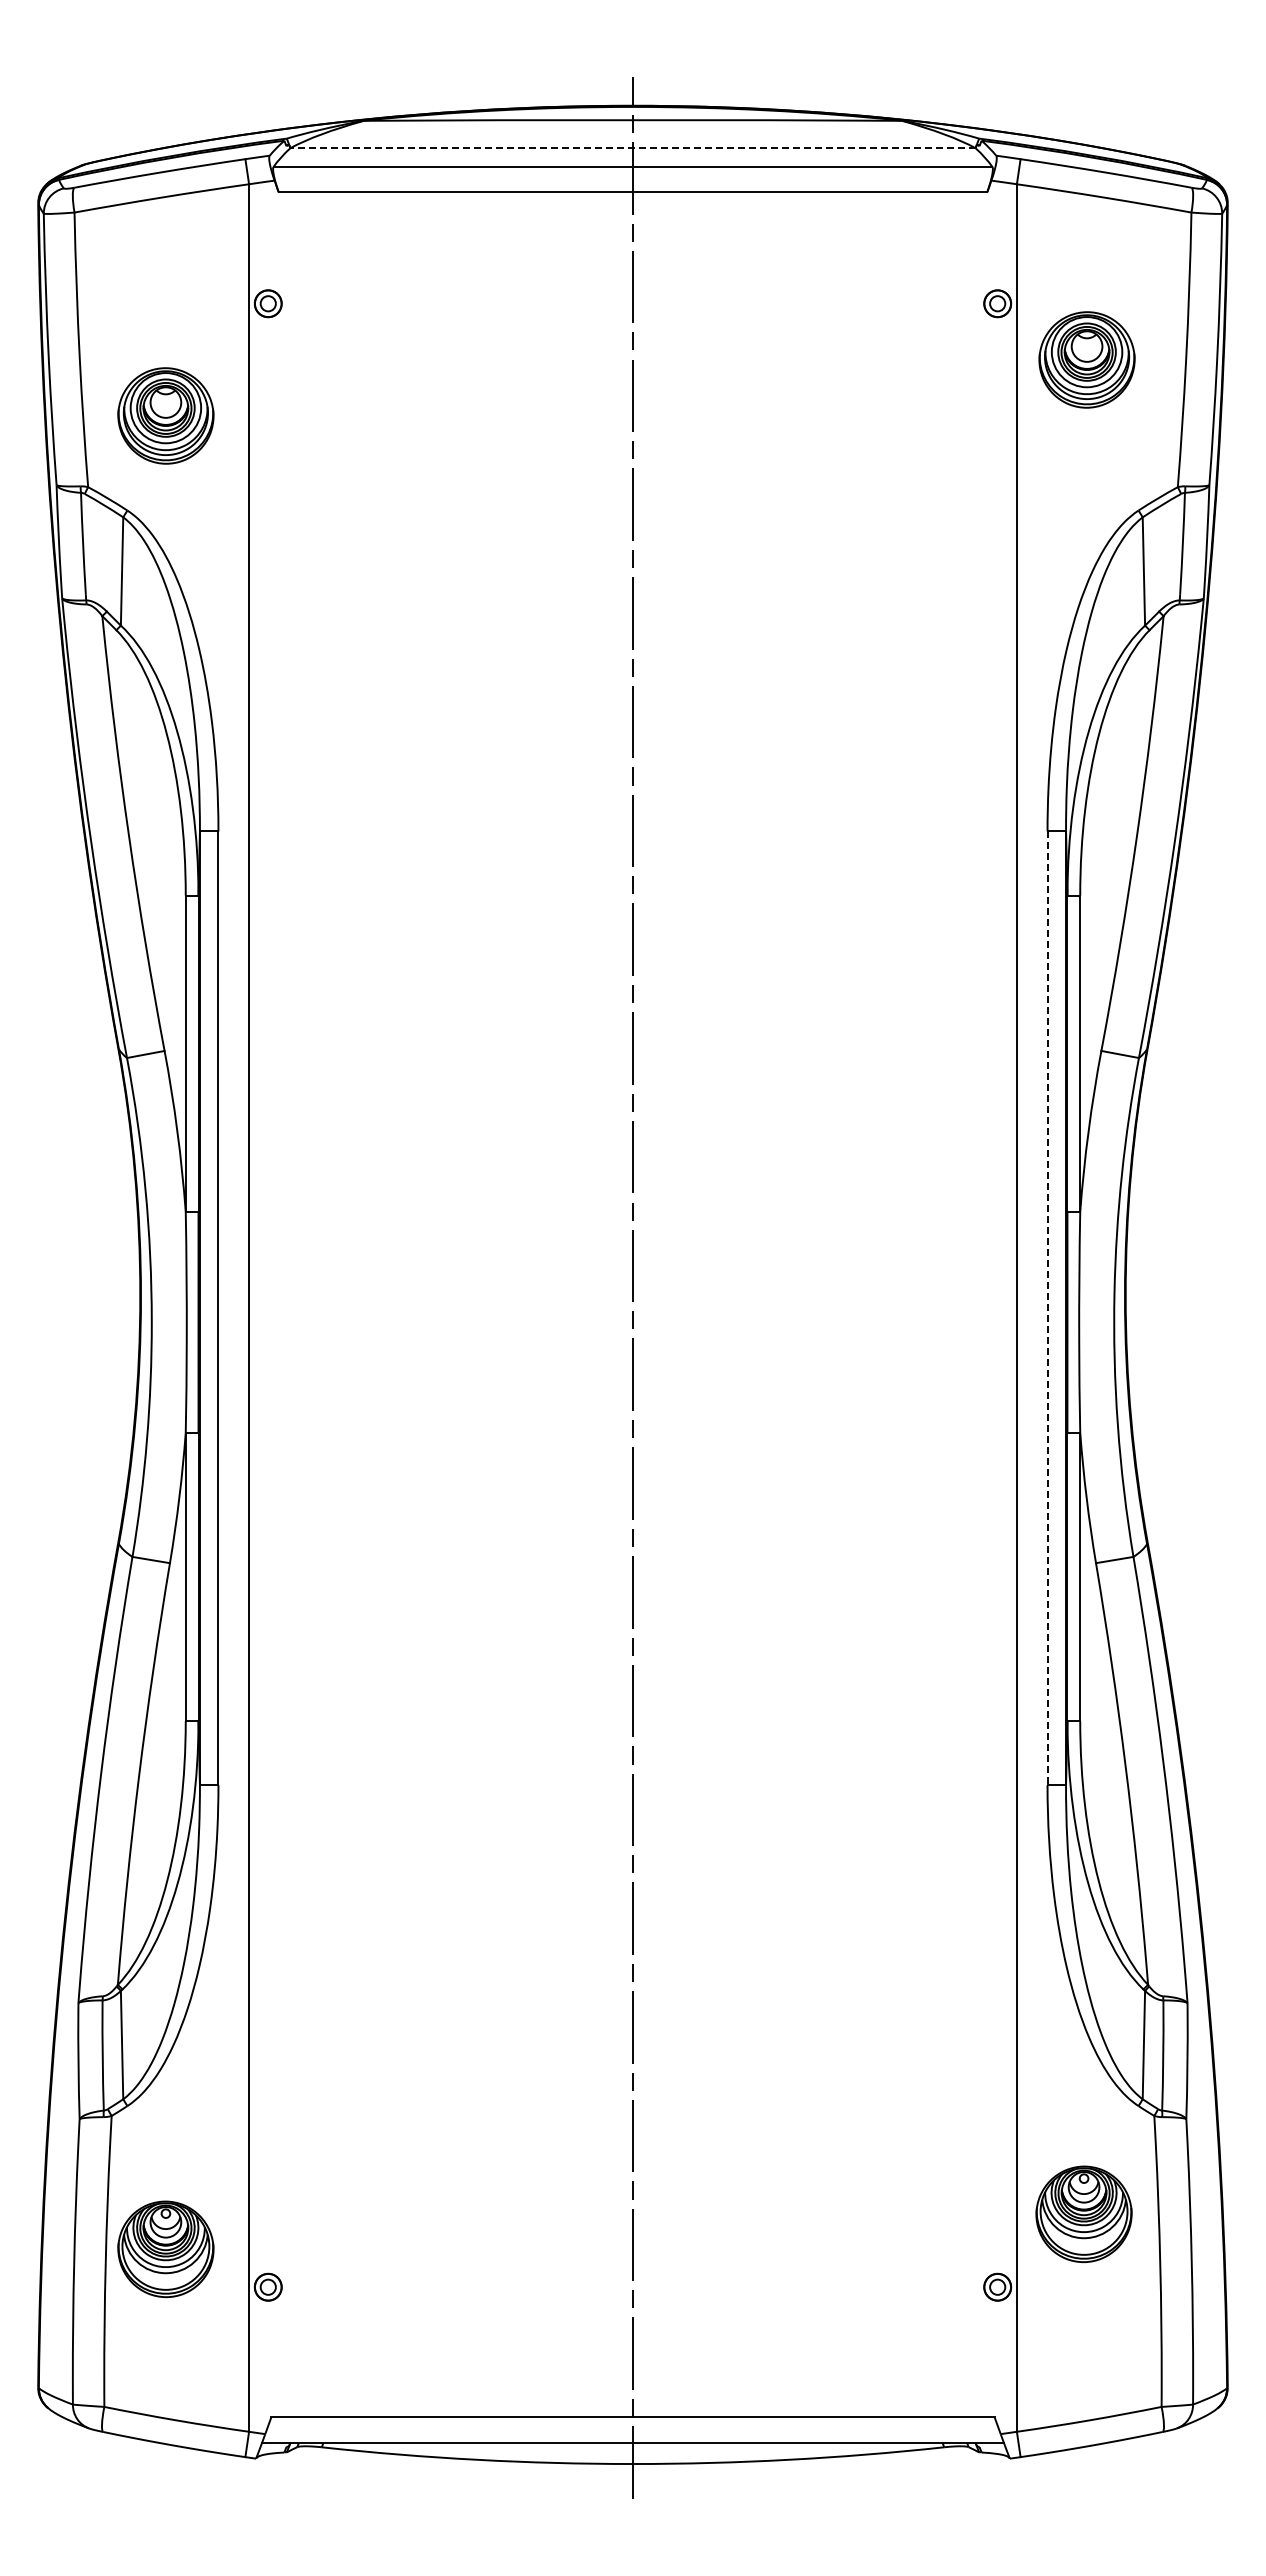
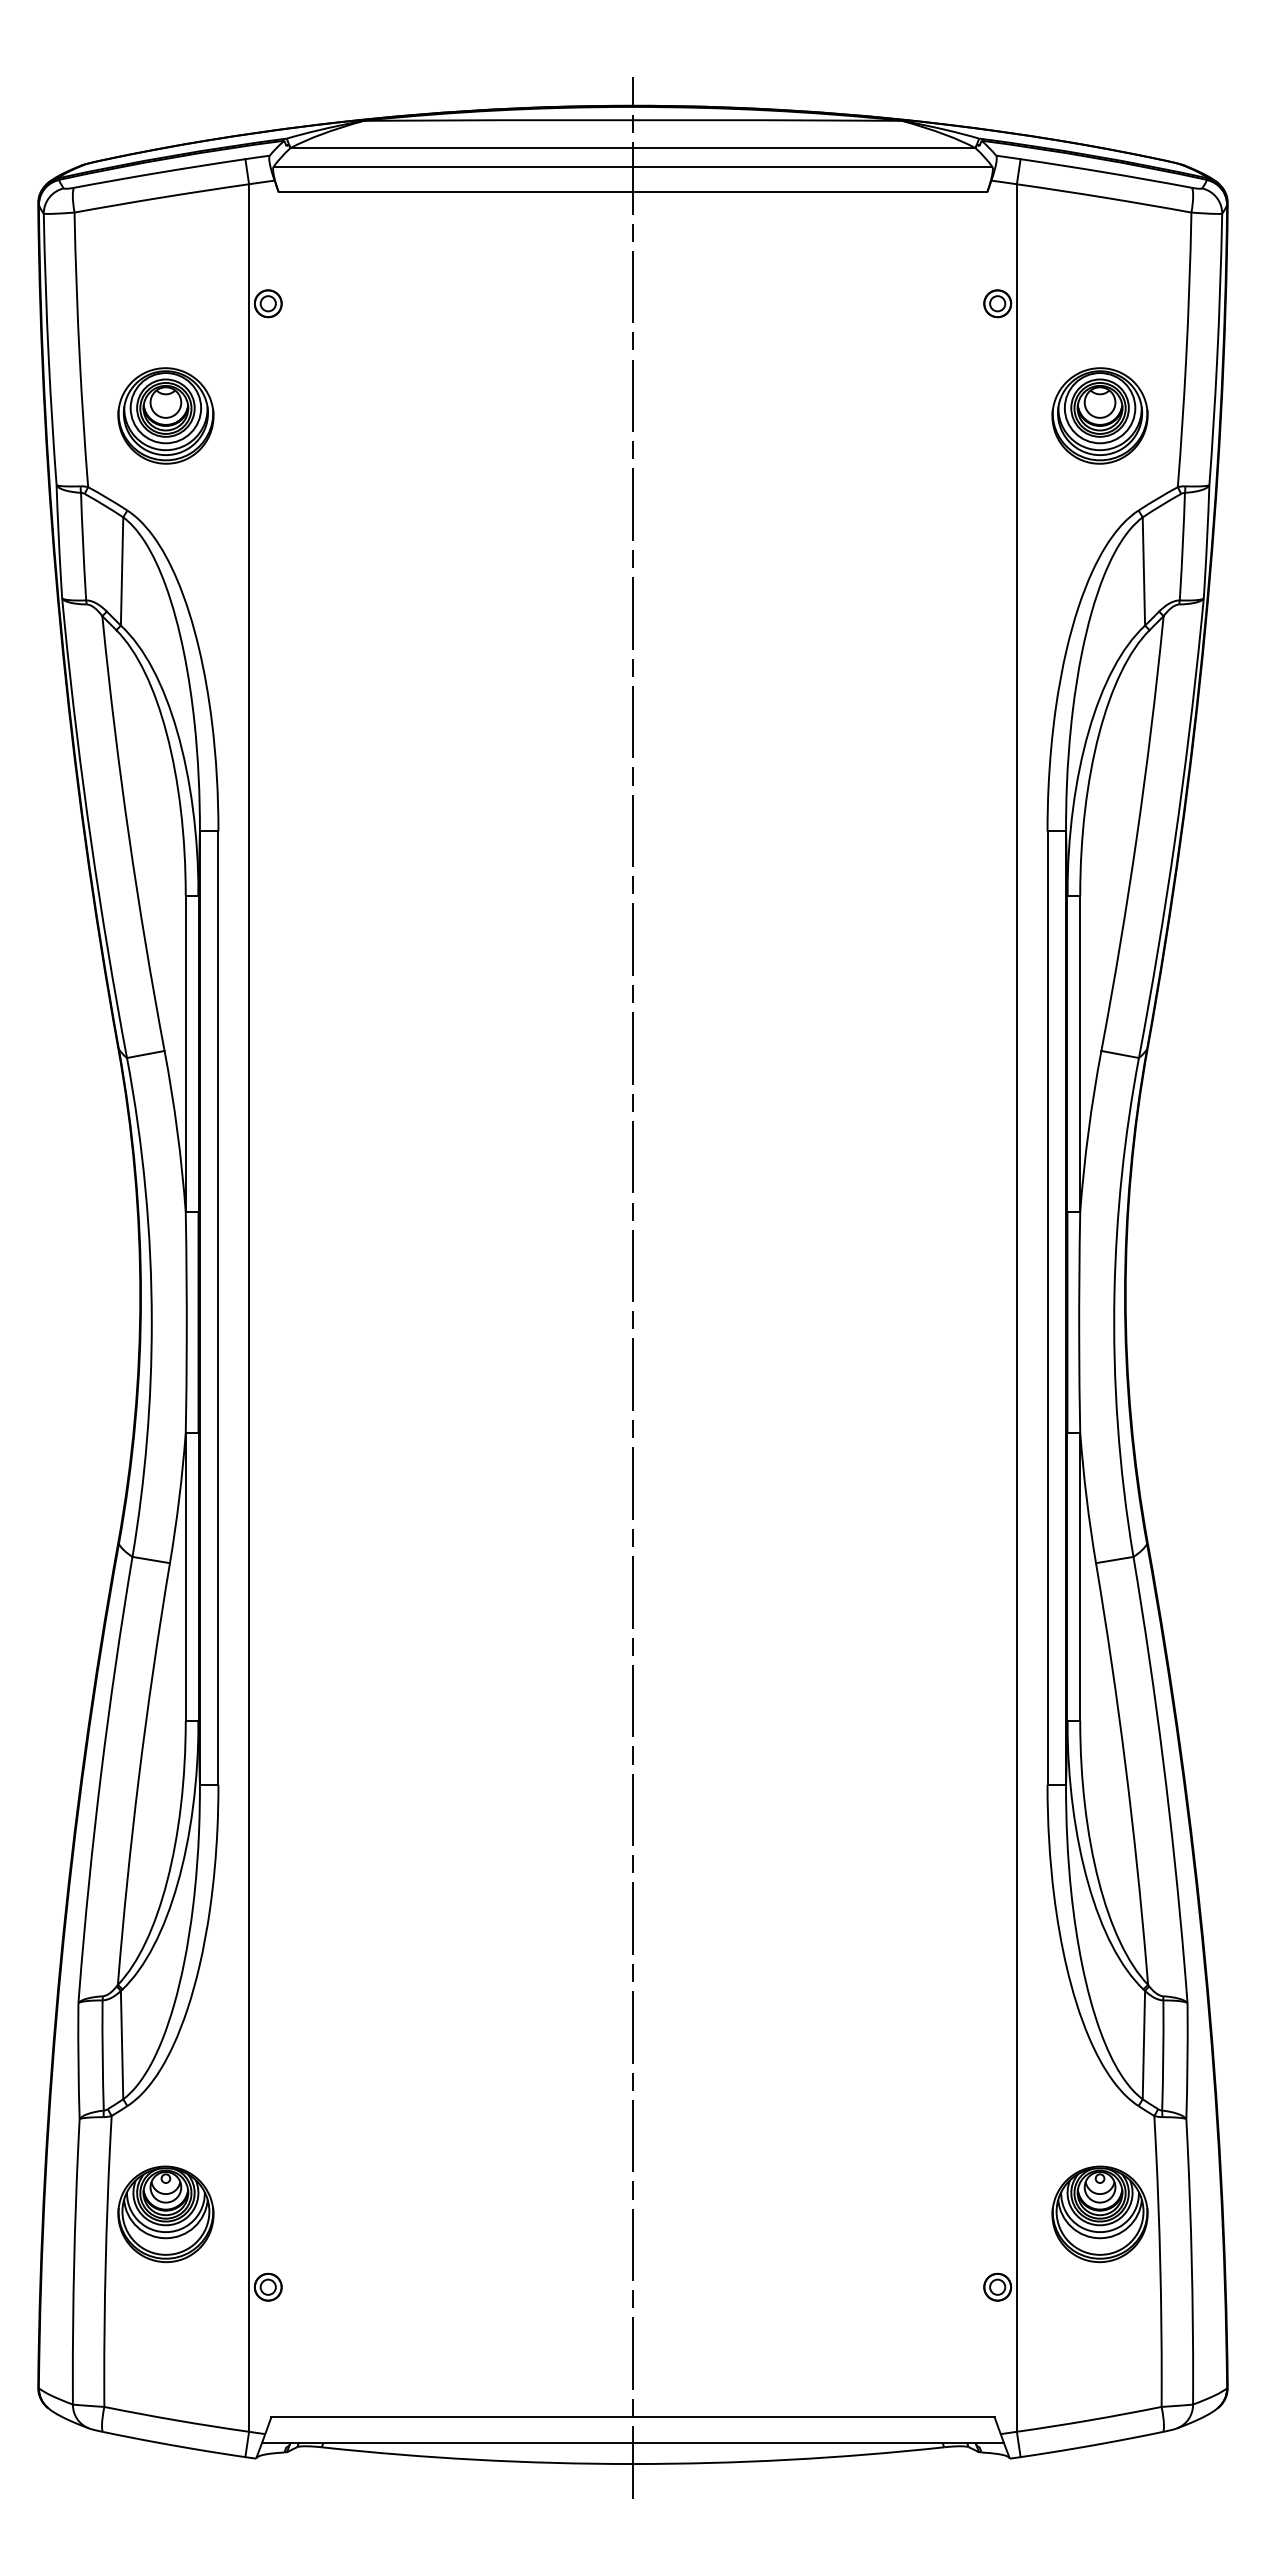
line at (633, 148): dashed -> solid
part at (1086, 359) position: (1086, 359) -> (1099, 415)
line at (1047, 1308): dashed -> solid
part at (1083, 2214) position: (1083, 2214) -> (1099, 2214)
part at (165, 2249) position: (165, 2249) -> (165, 2214)
